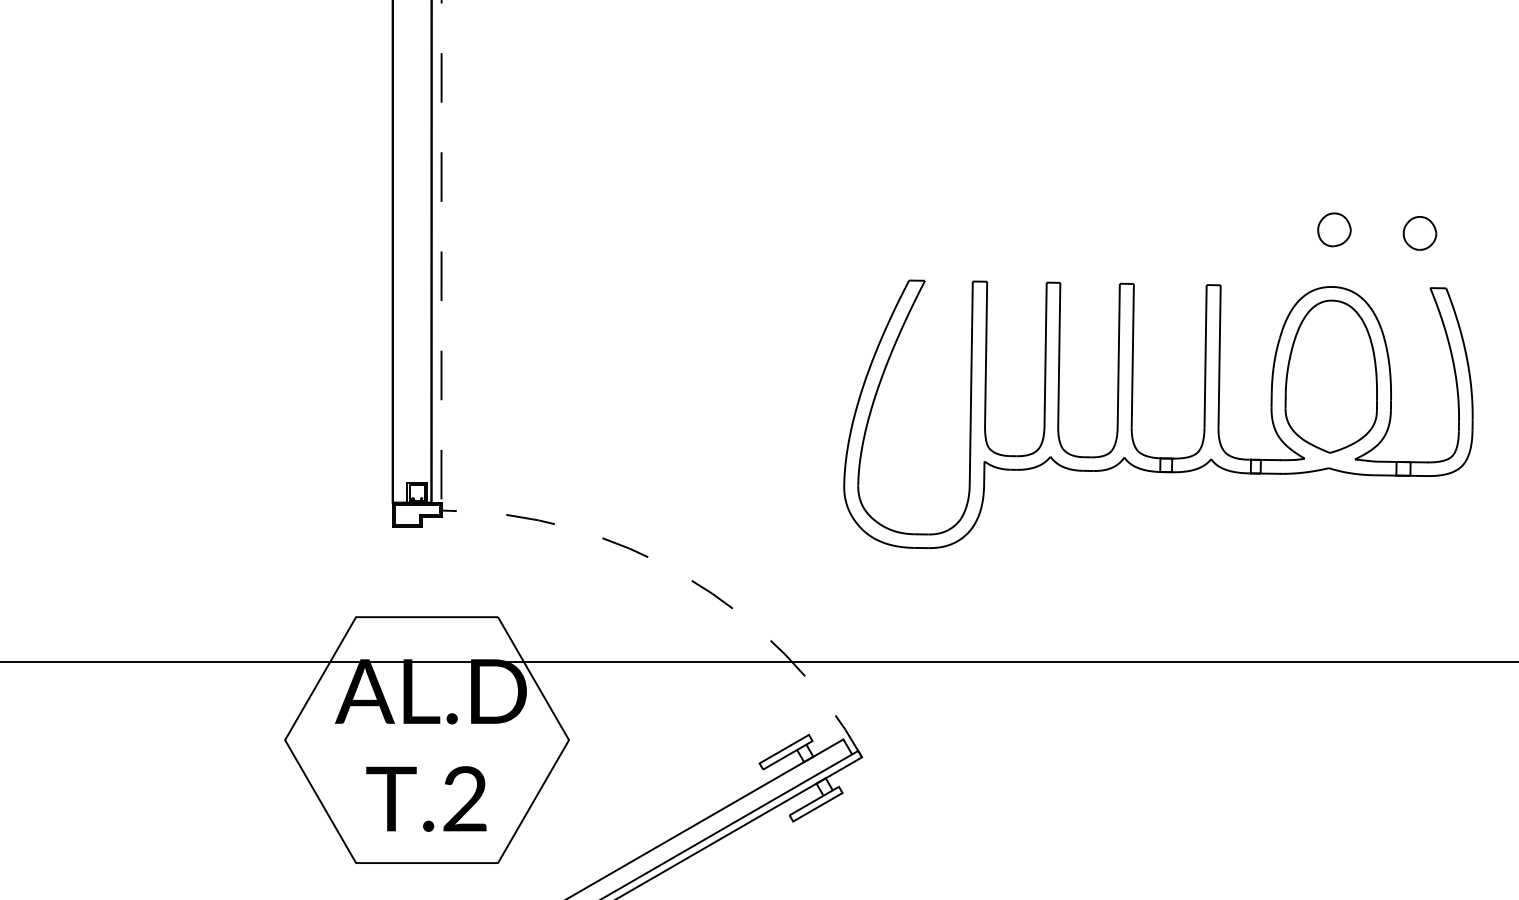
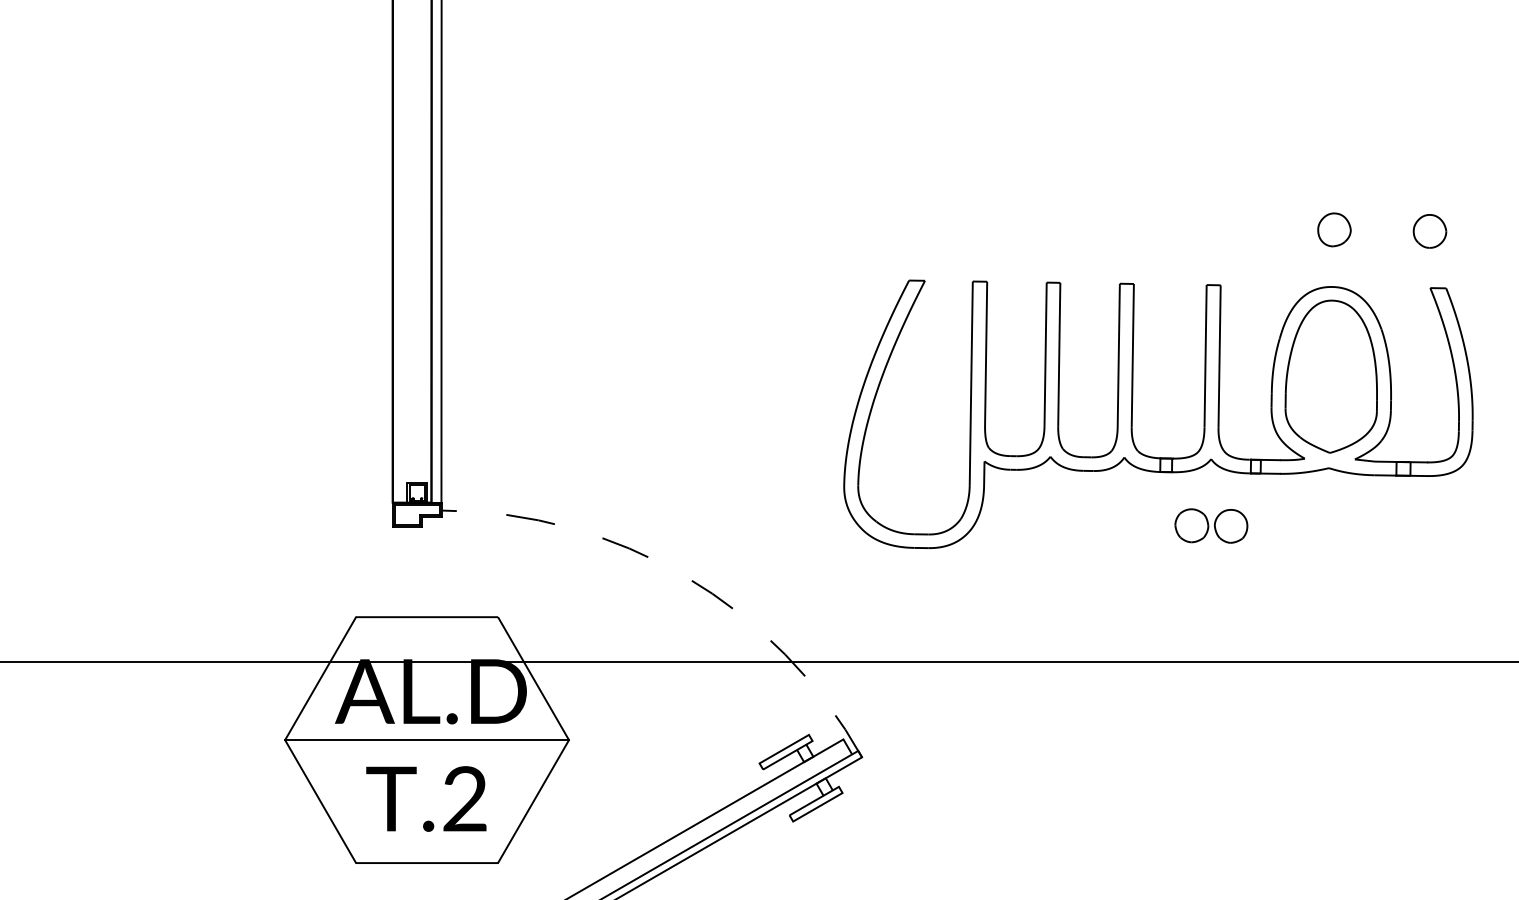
part at (1419, 233) position: (1419, 233) -> (1429, 231)
line at (441, 251): dashed -> solid
part at (1211, 525): none -> present
line at (427, 740): none -> present
